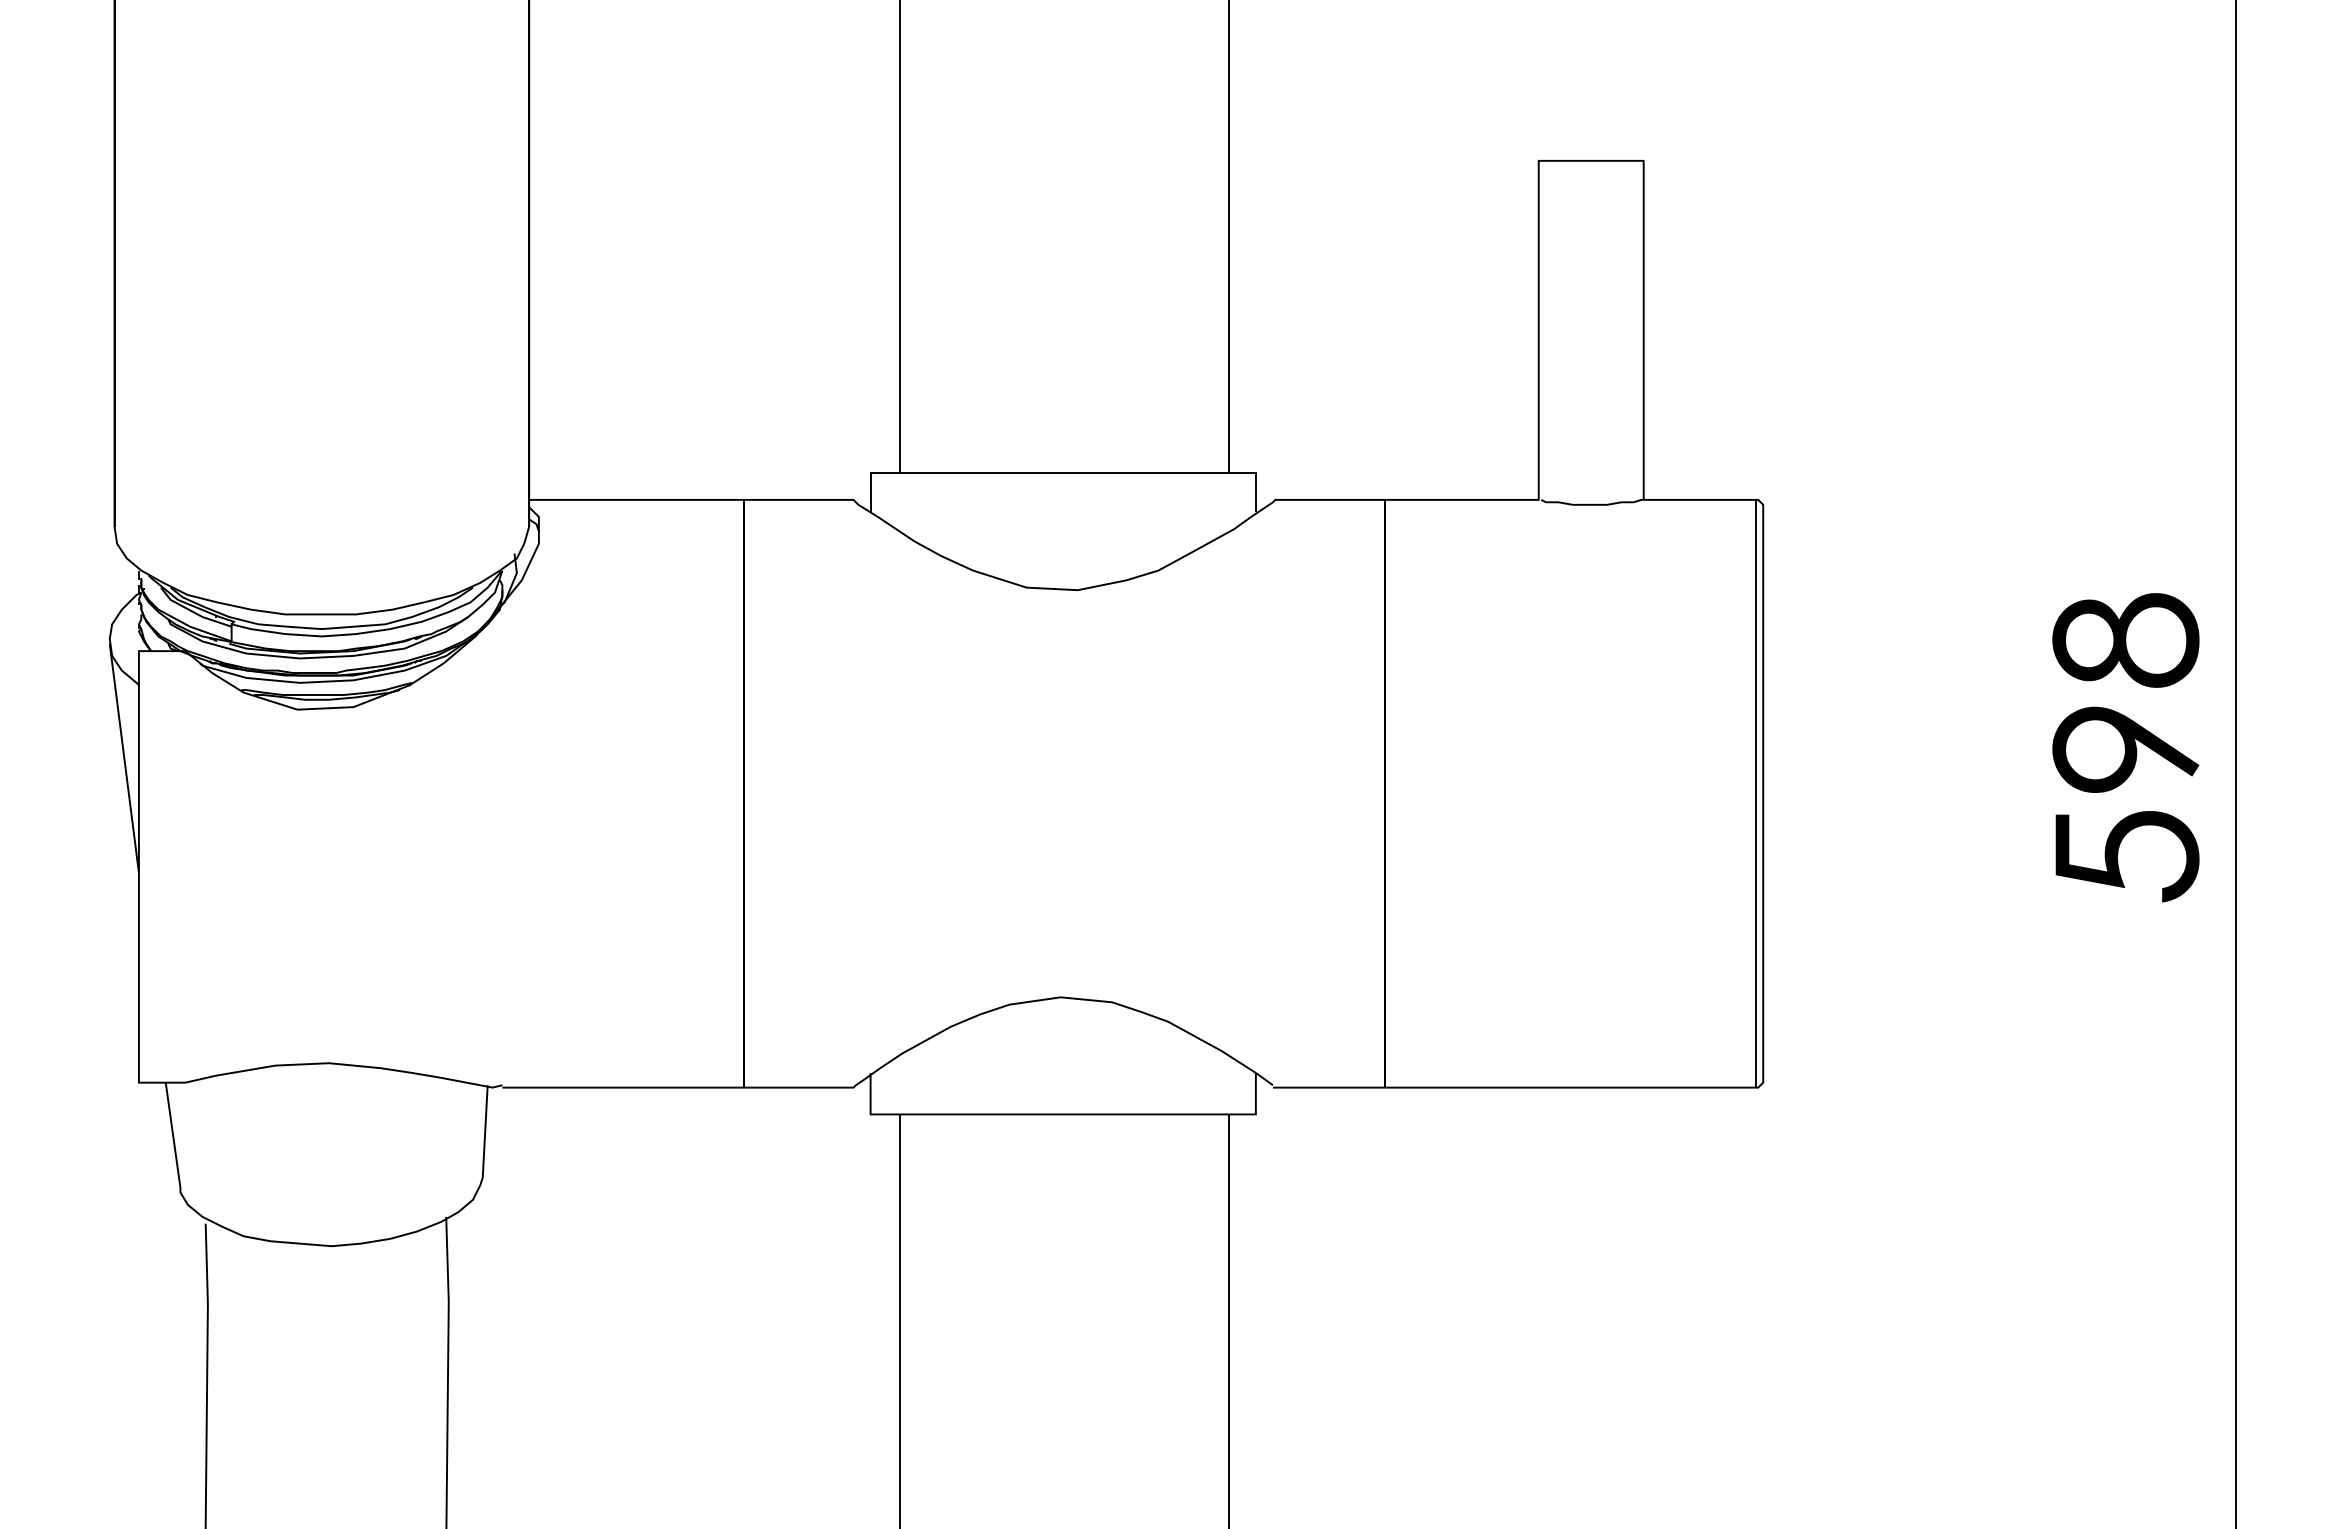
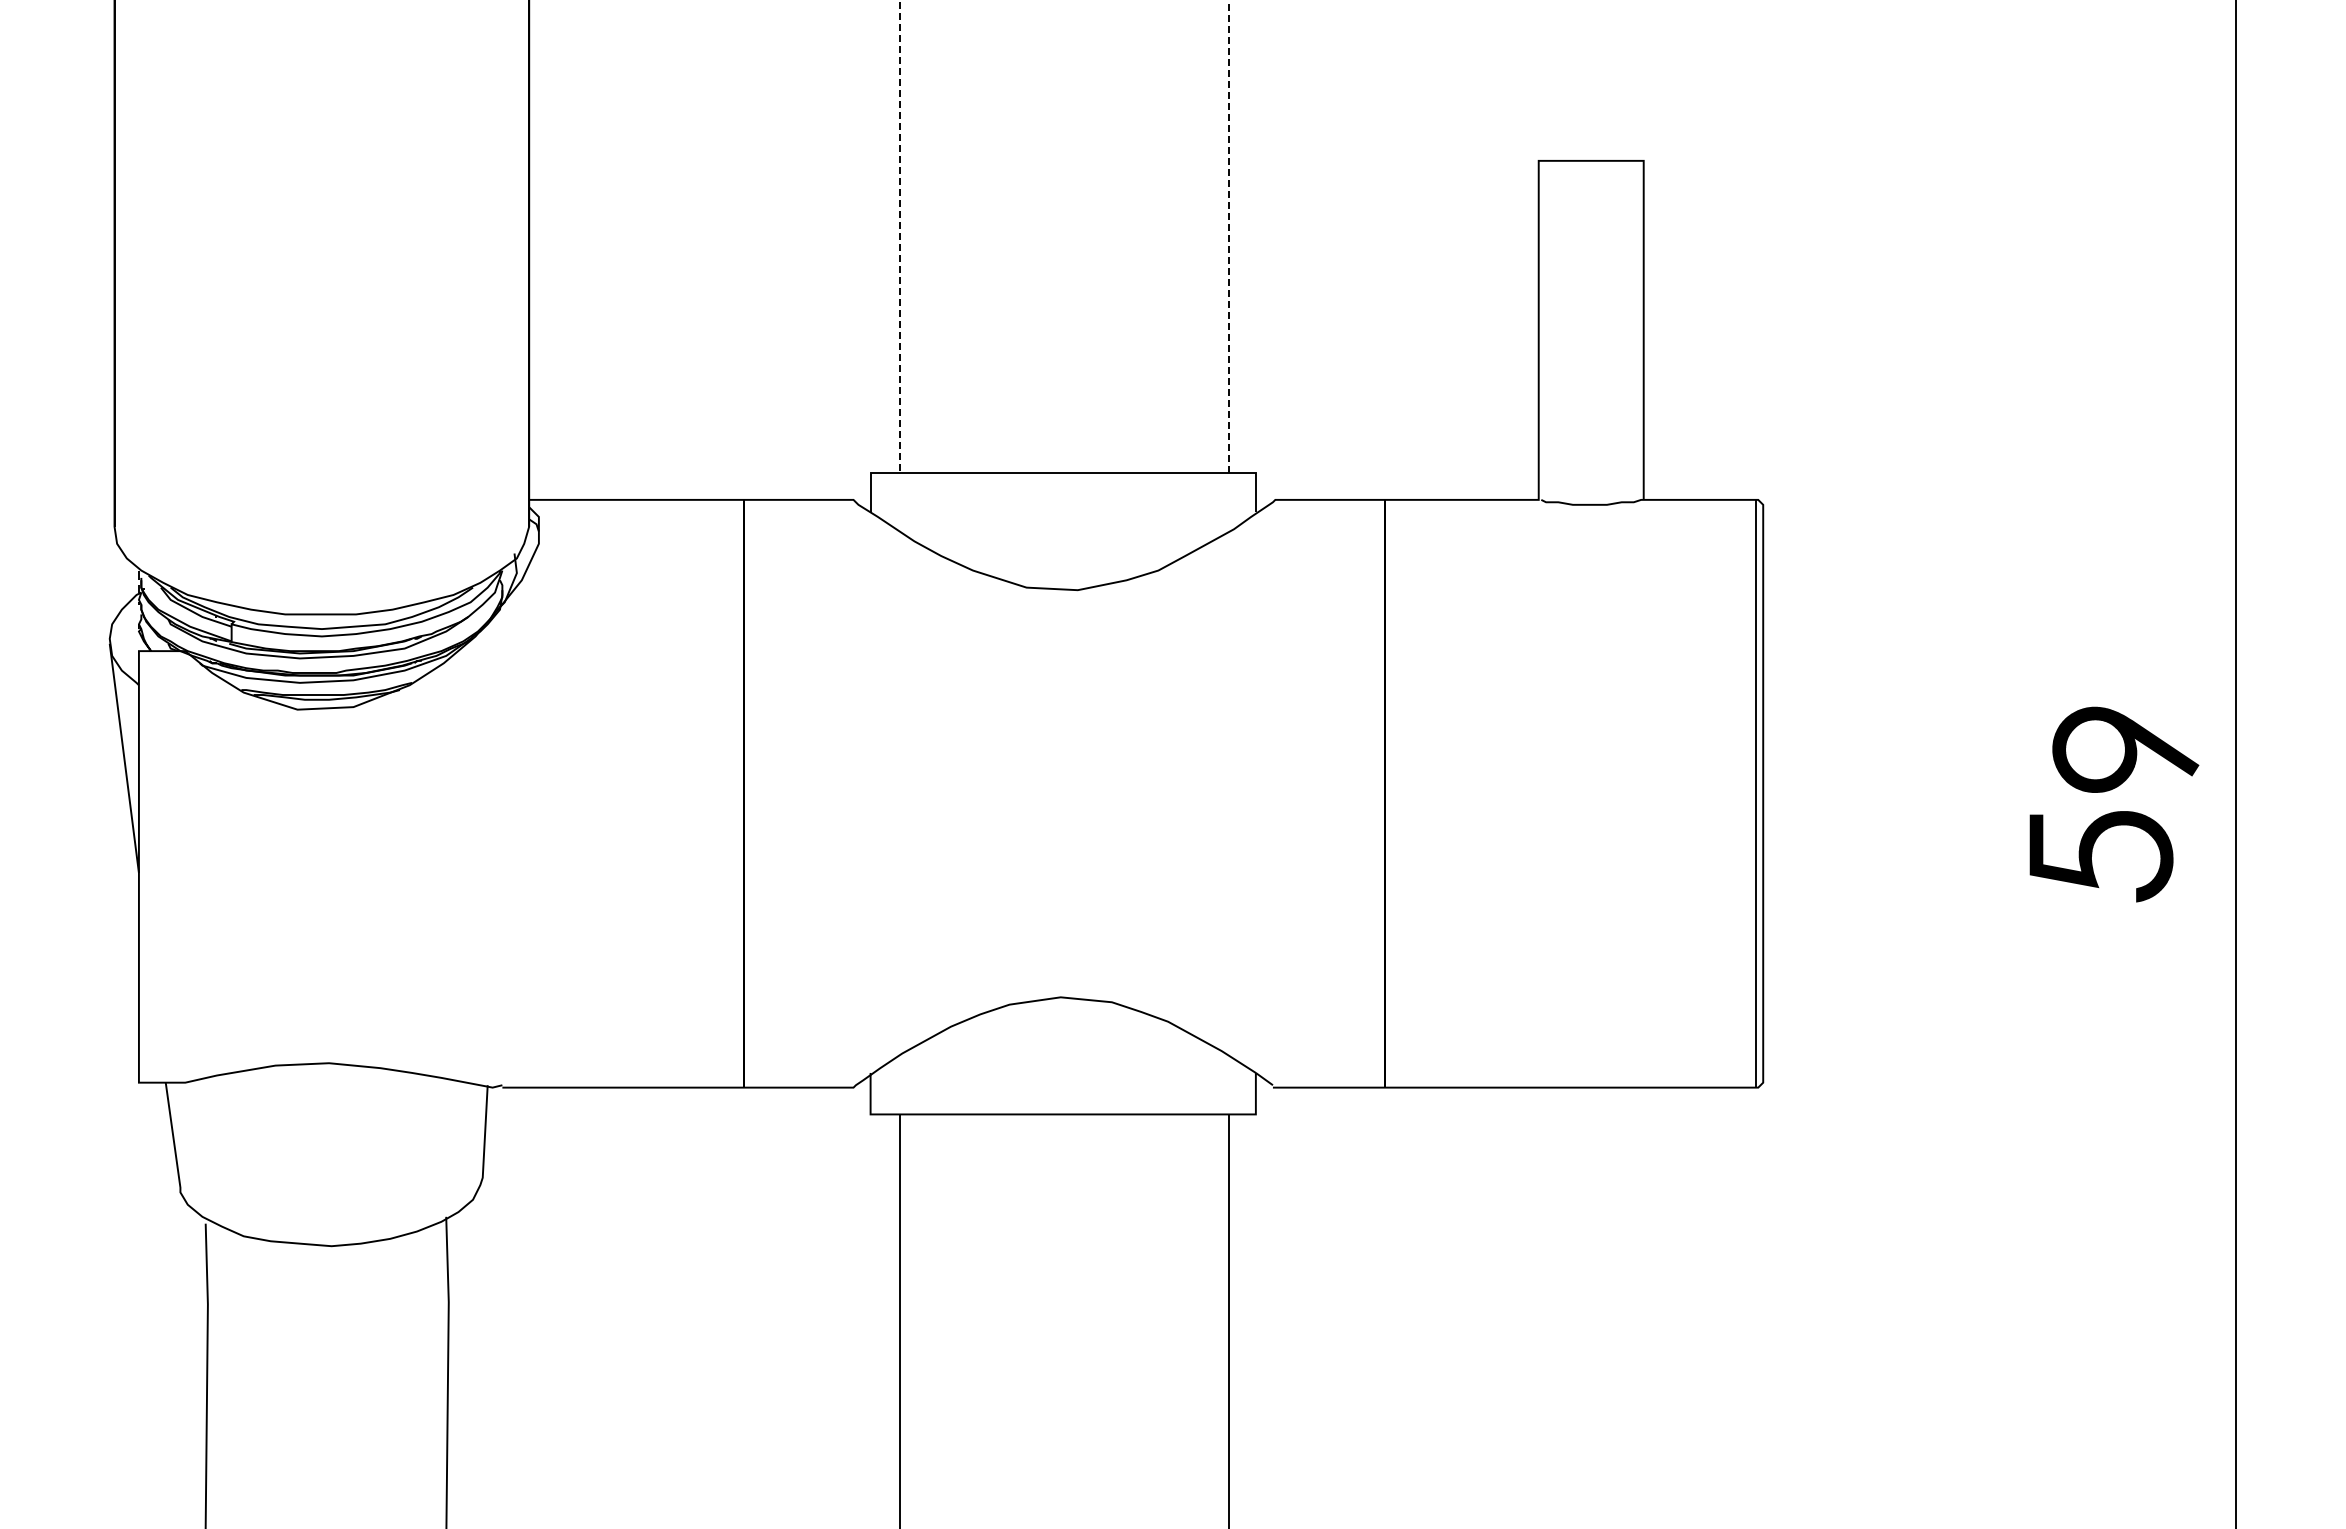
line at (1229, 236): solid -> dashed
line at (899, 237): solid -> dashed
part at (2125, 640): present -> none
part at (2118, 854) position: (2118, 854) -> (2092, 854)
